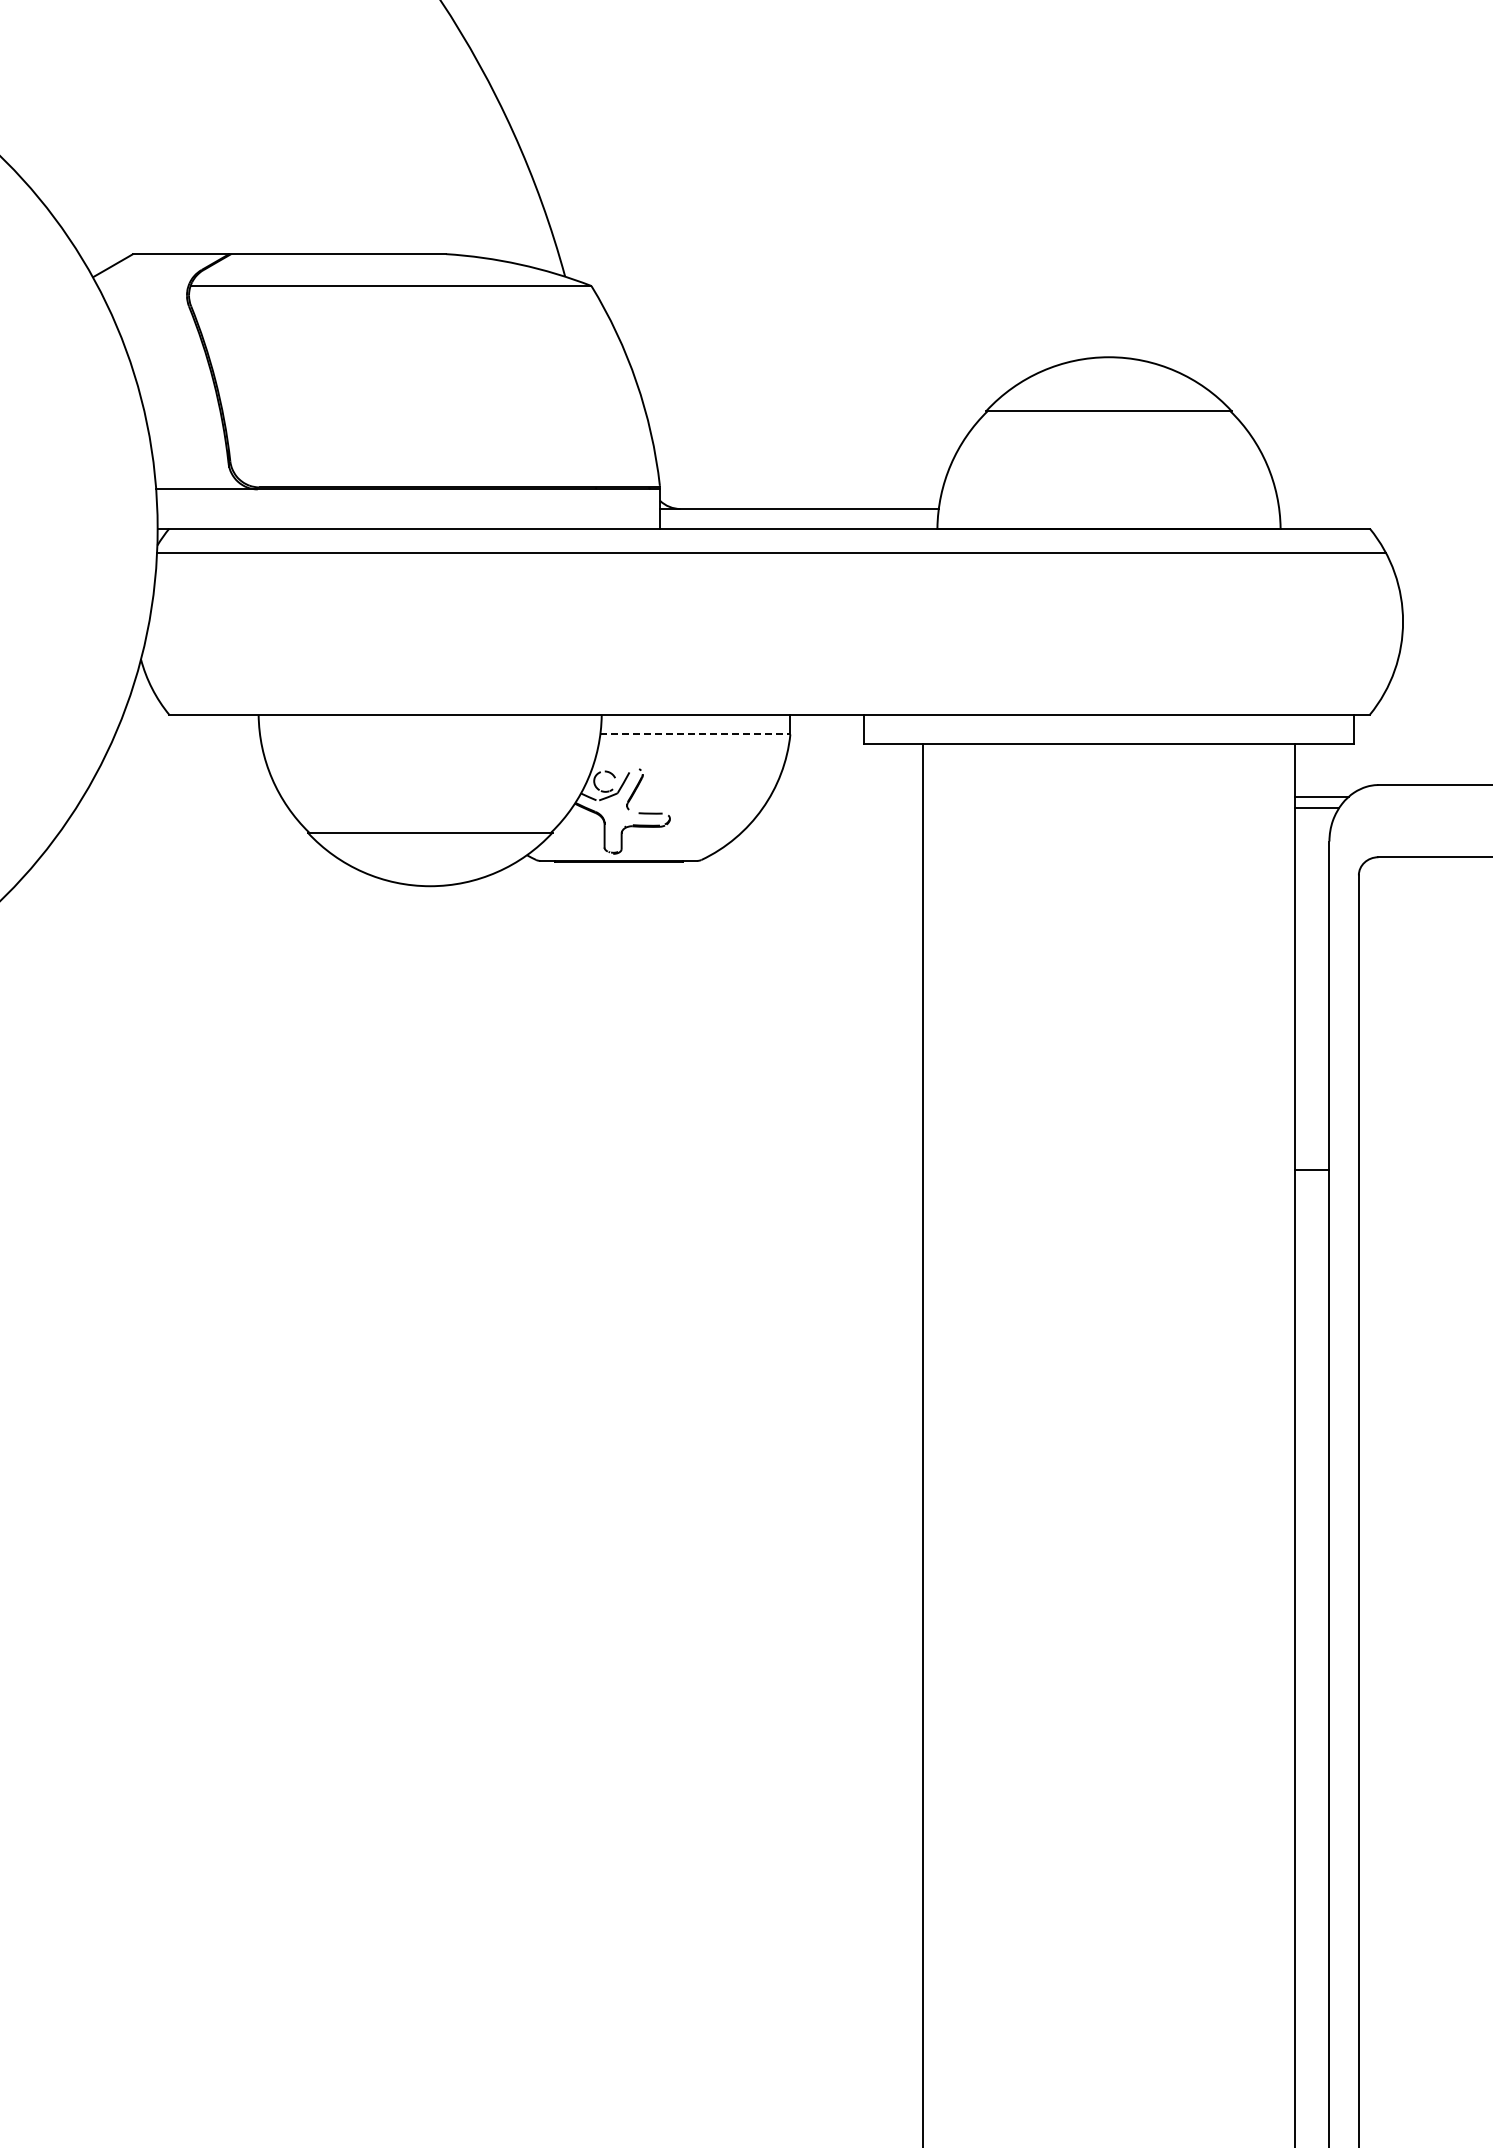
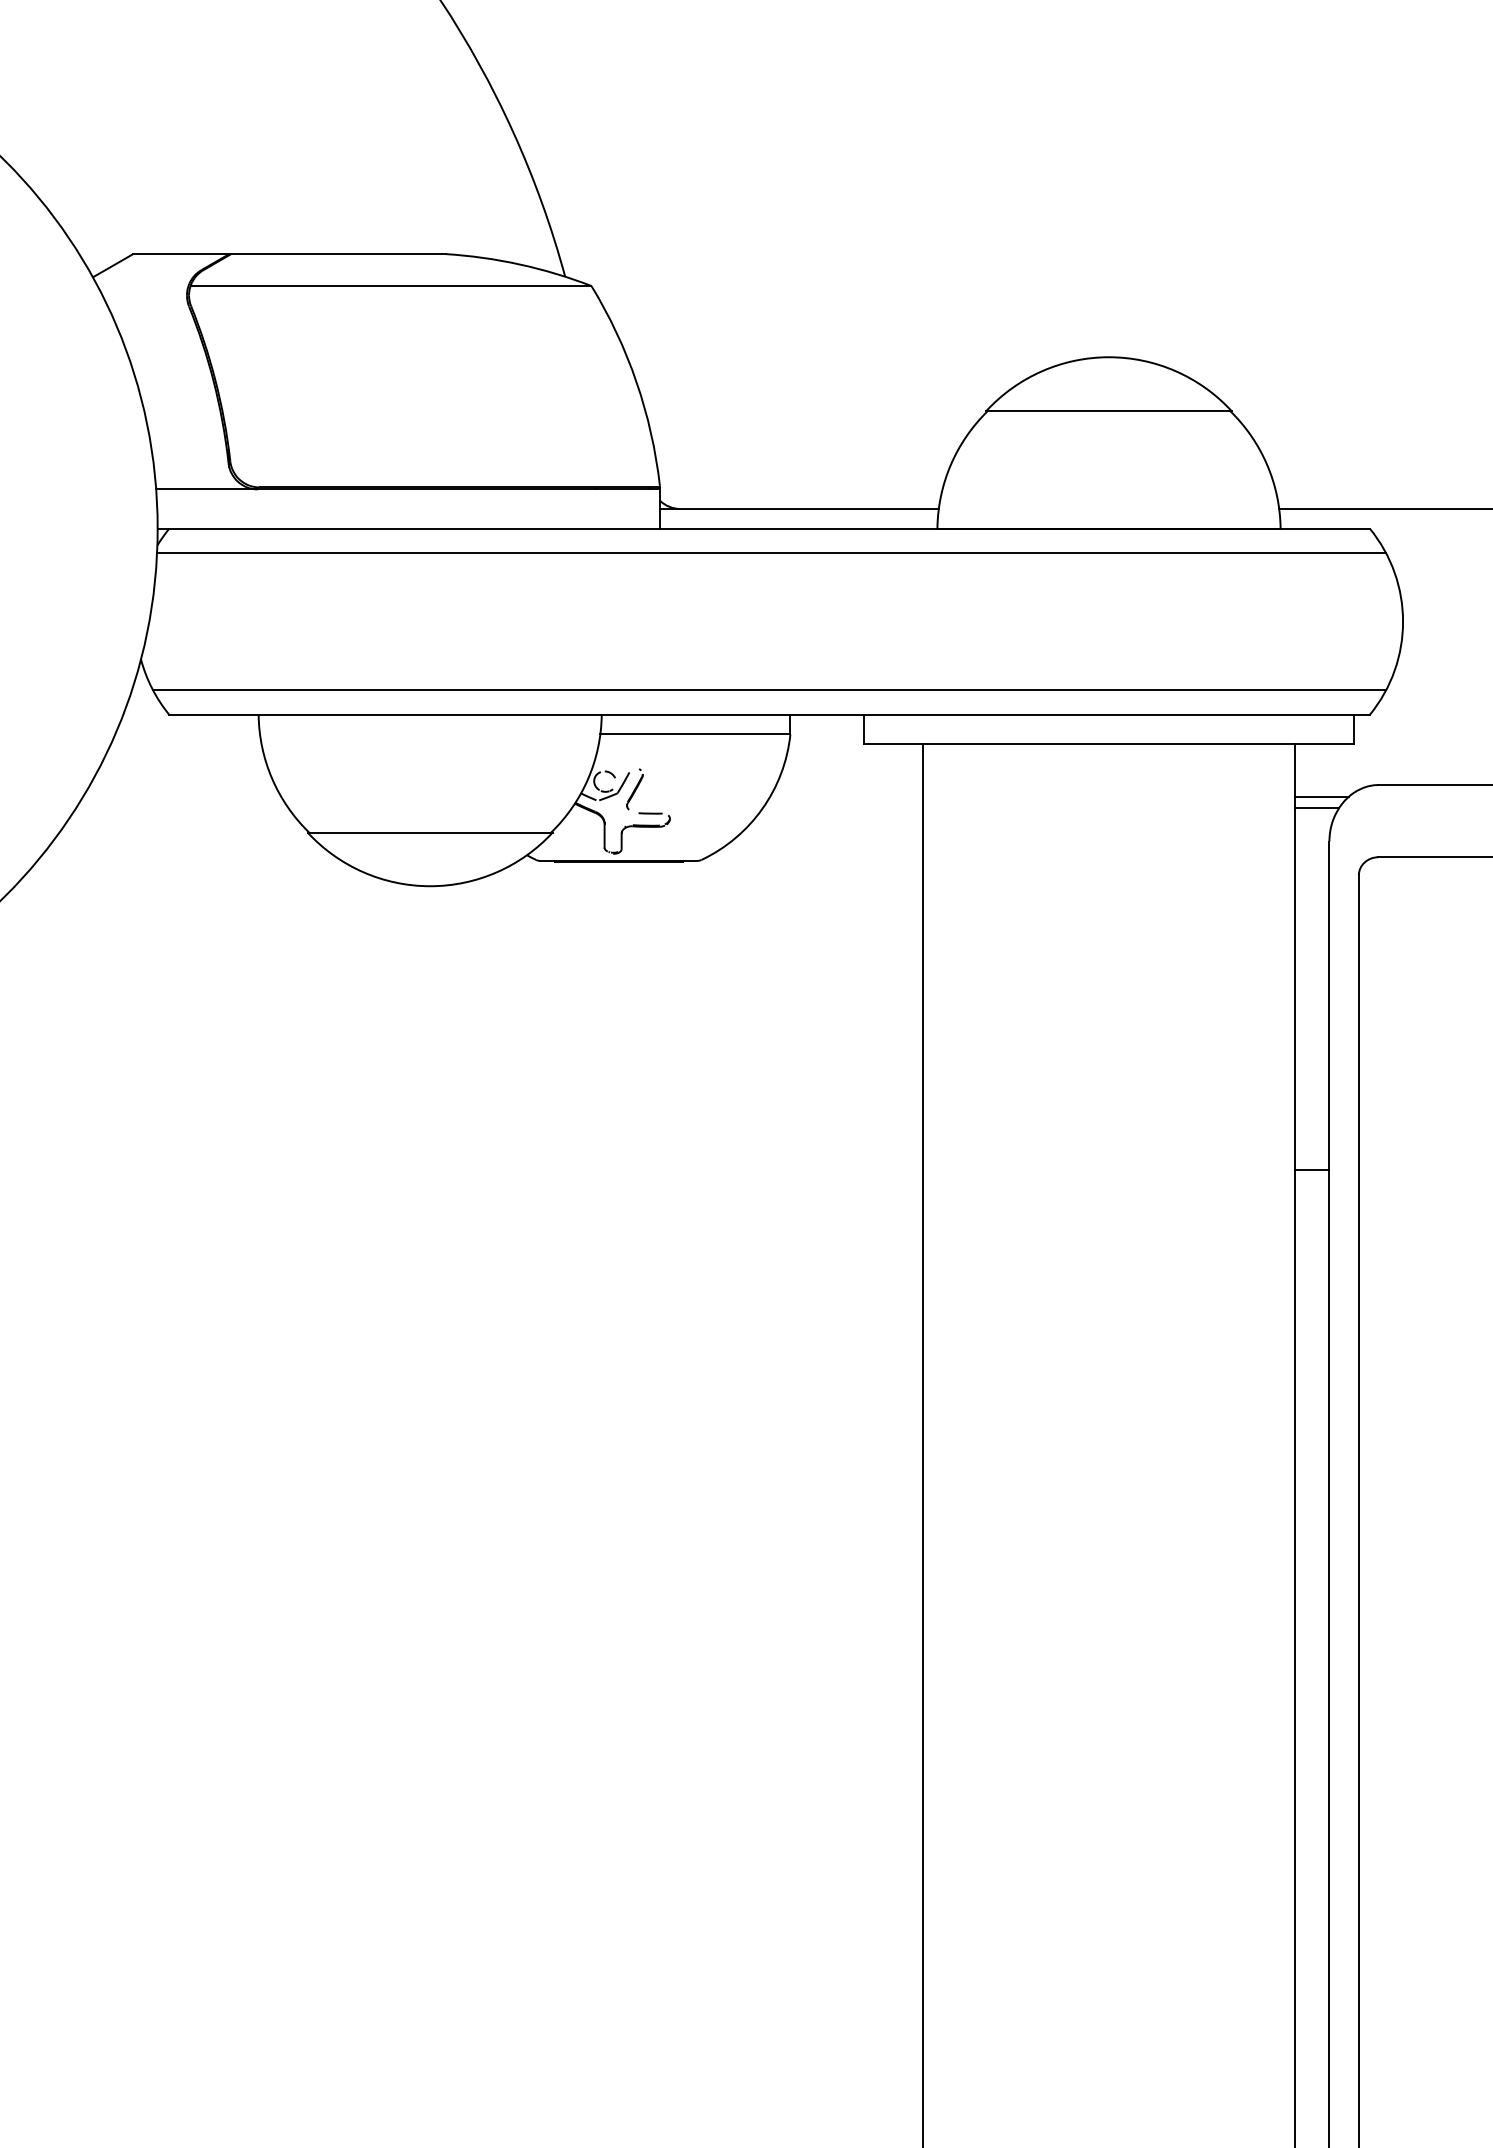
line at (1384, 509): none -> present
line at (769, 690): none -> present
line at (695, 734): dashed -> solid
